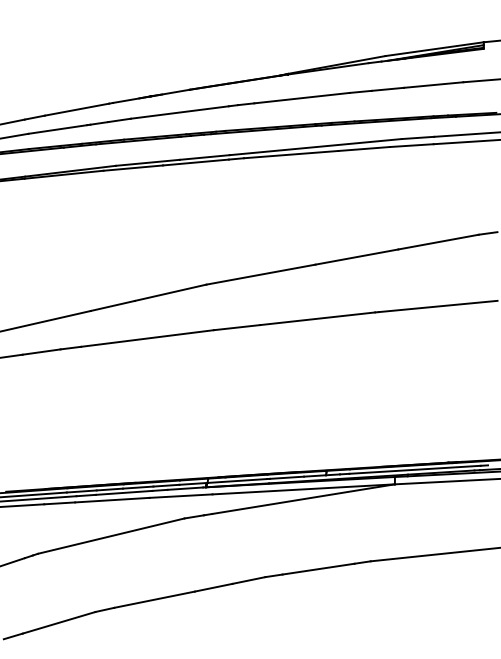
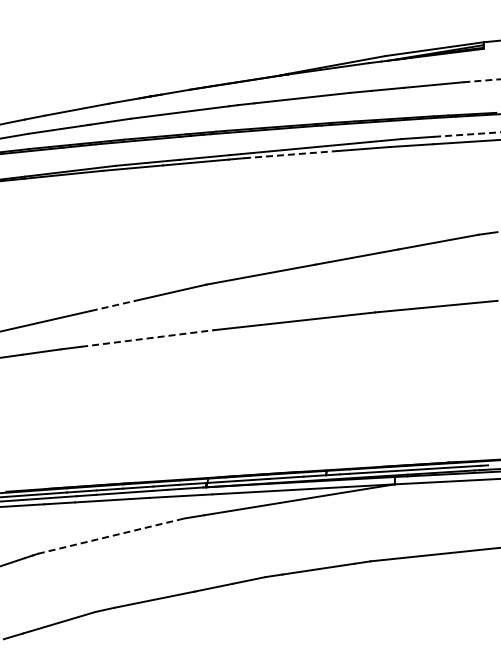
line at (482, 80): solid -> dashed
line at (468, 134): solid -> dashed
line at (291, 154): solid -> dashed
line at (112, 305): solid -> dashed
line at (147, 338): solid -> dashed
line at (111, 536): solid -> dashed
